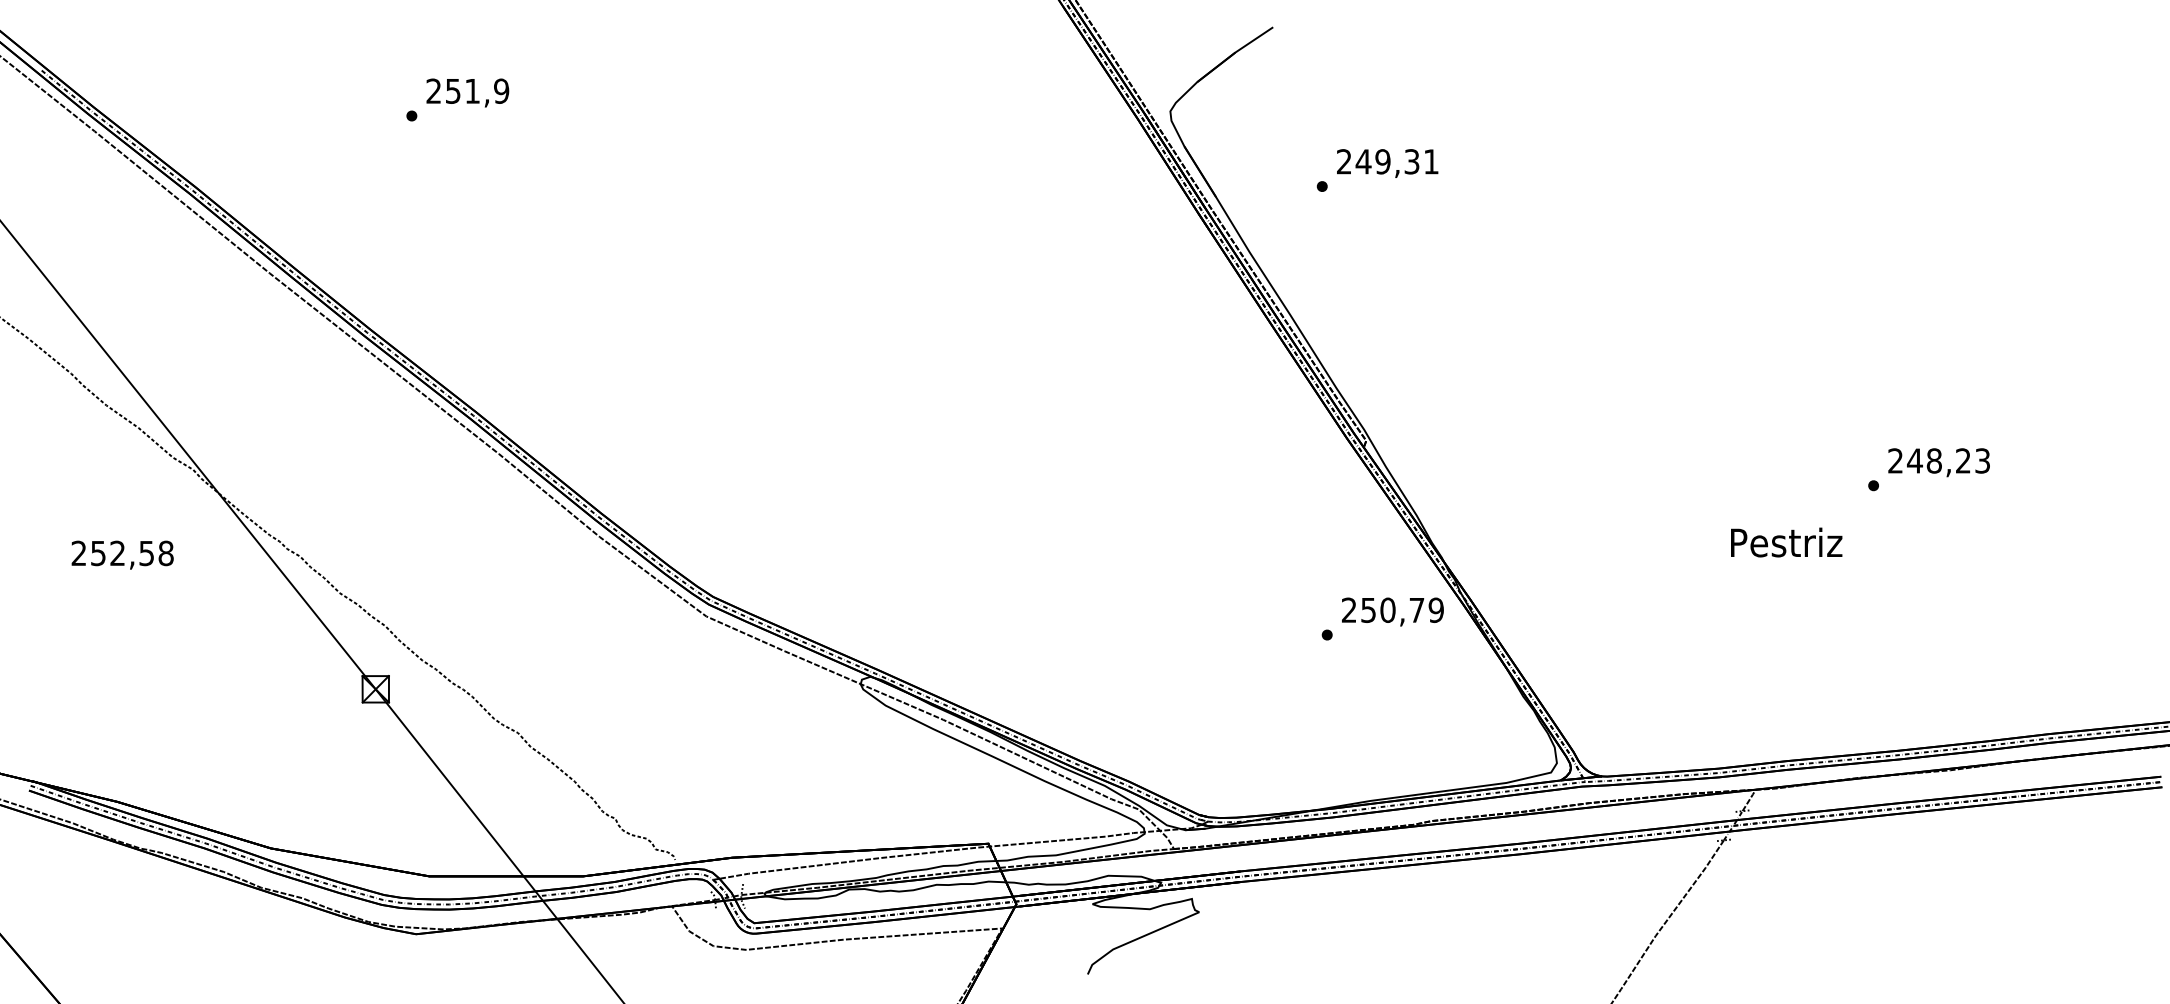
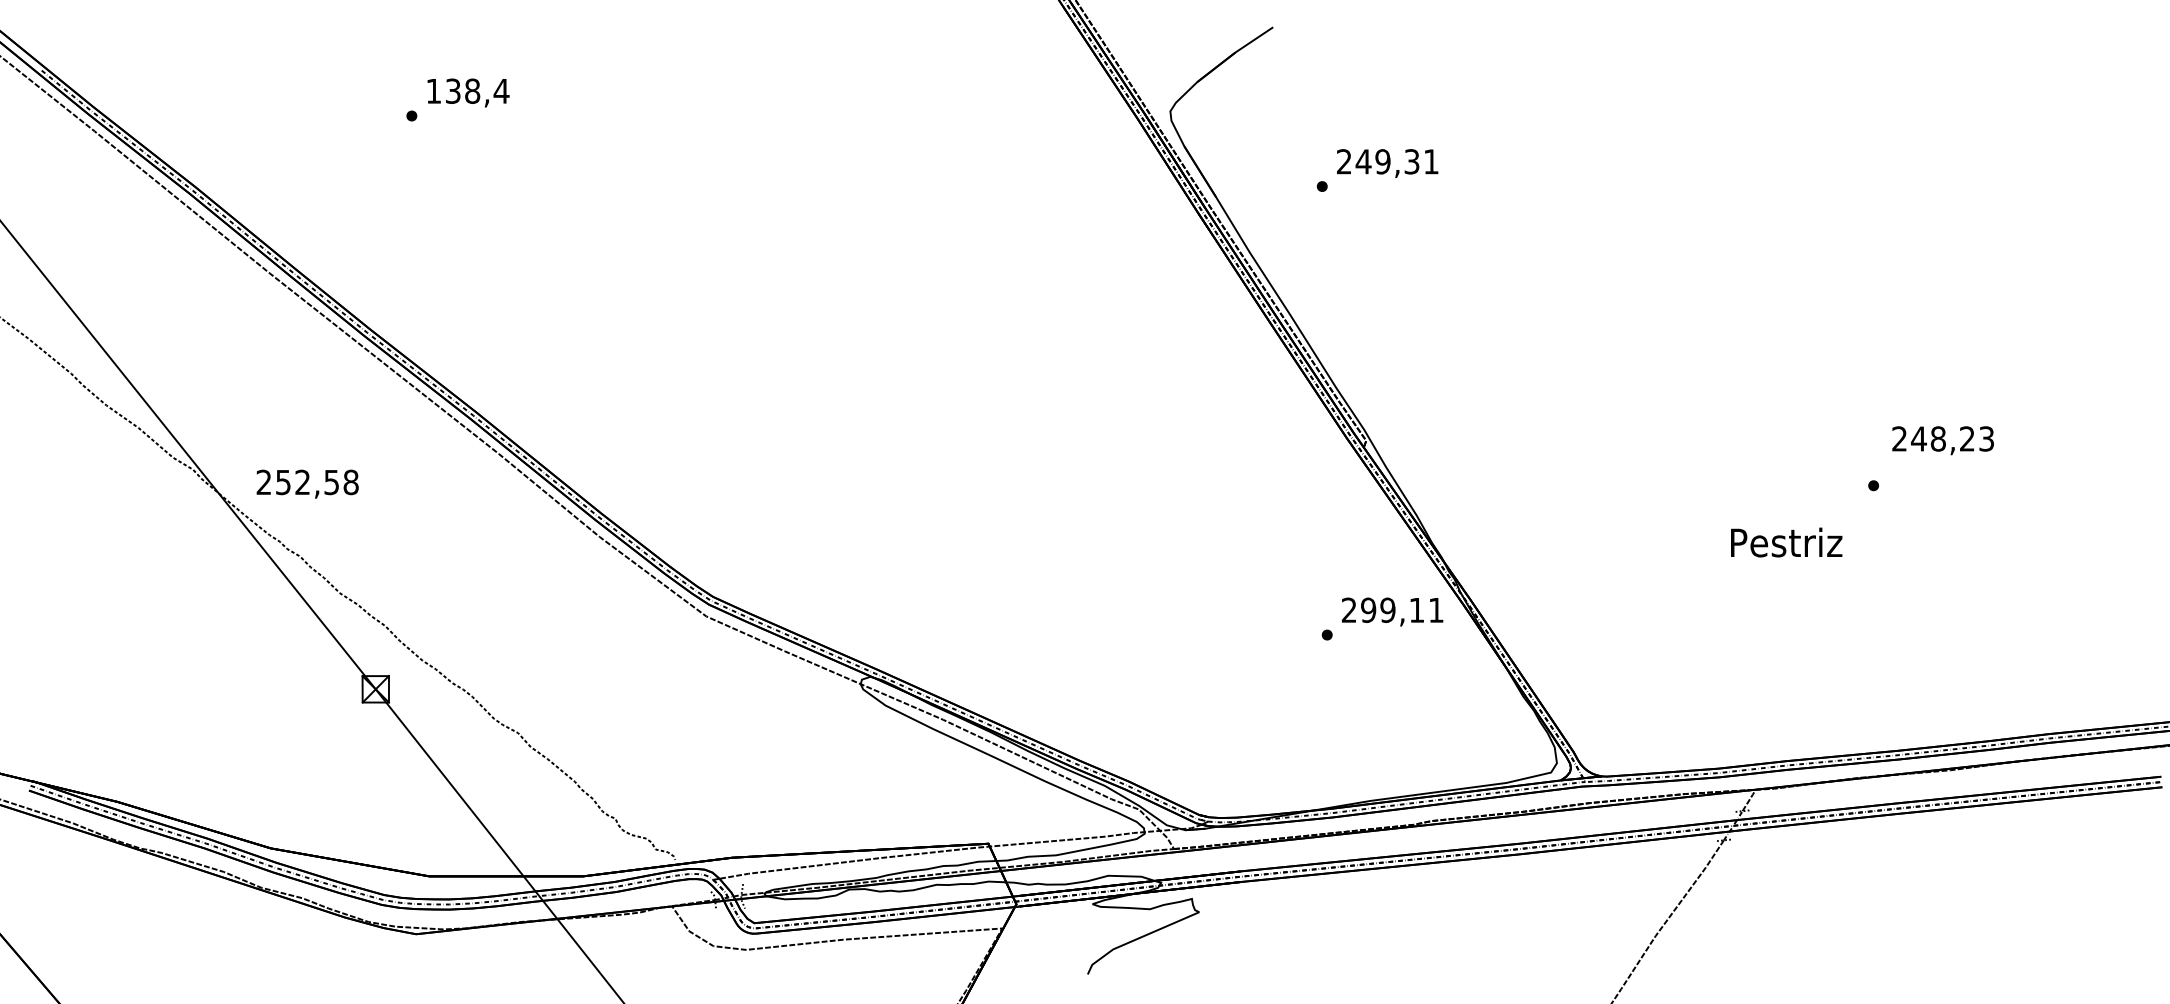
text at (467, 90): 251,9 -> 138,4
text at (1938, 462) position: (1938, 462) -> (1942, 440)
text at (122, 554) position: (122, 554) -> (307, 483)
text at (1402, 610): 250,79 -> 299,11
